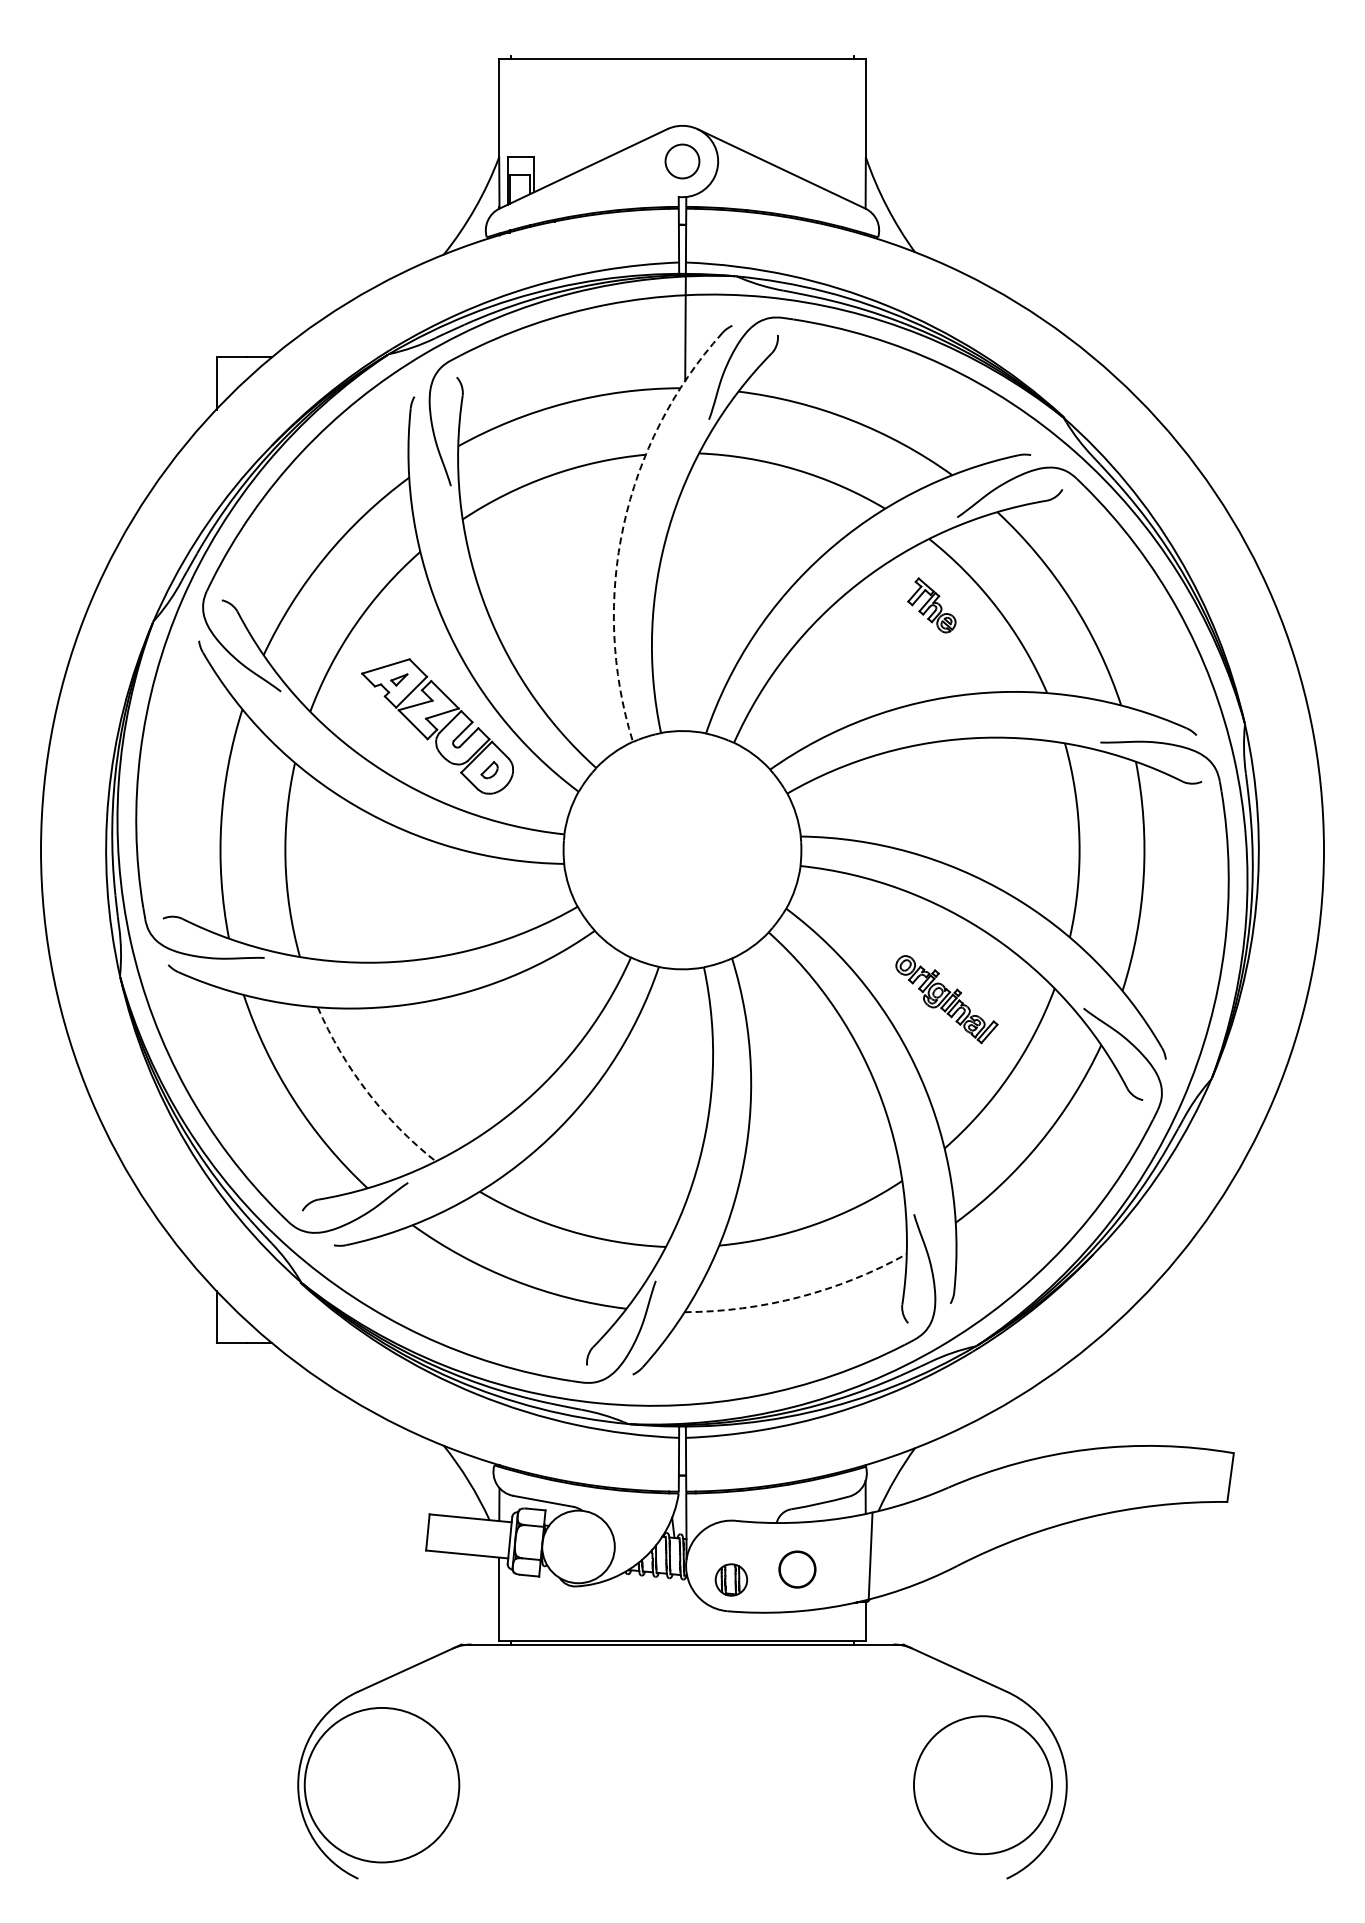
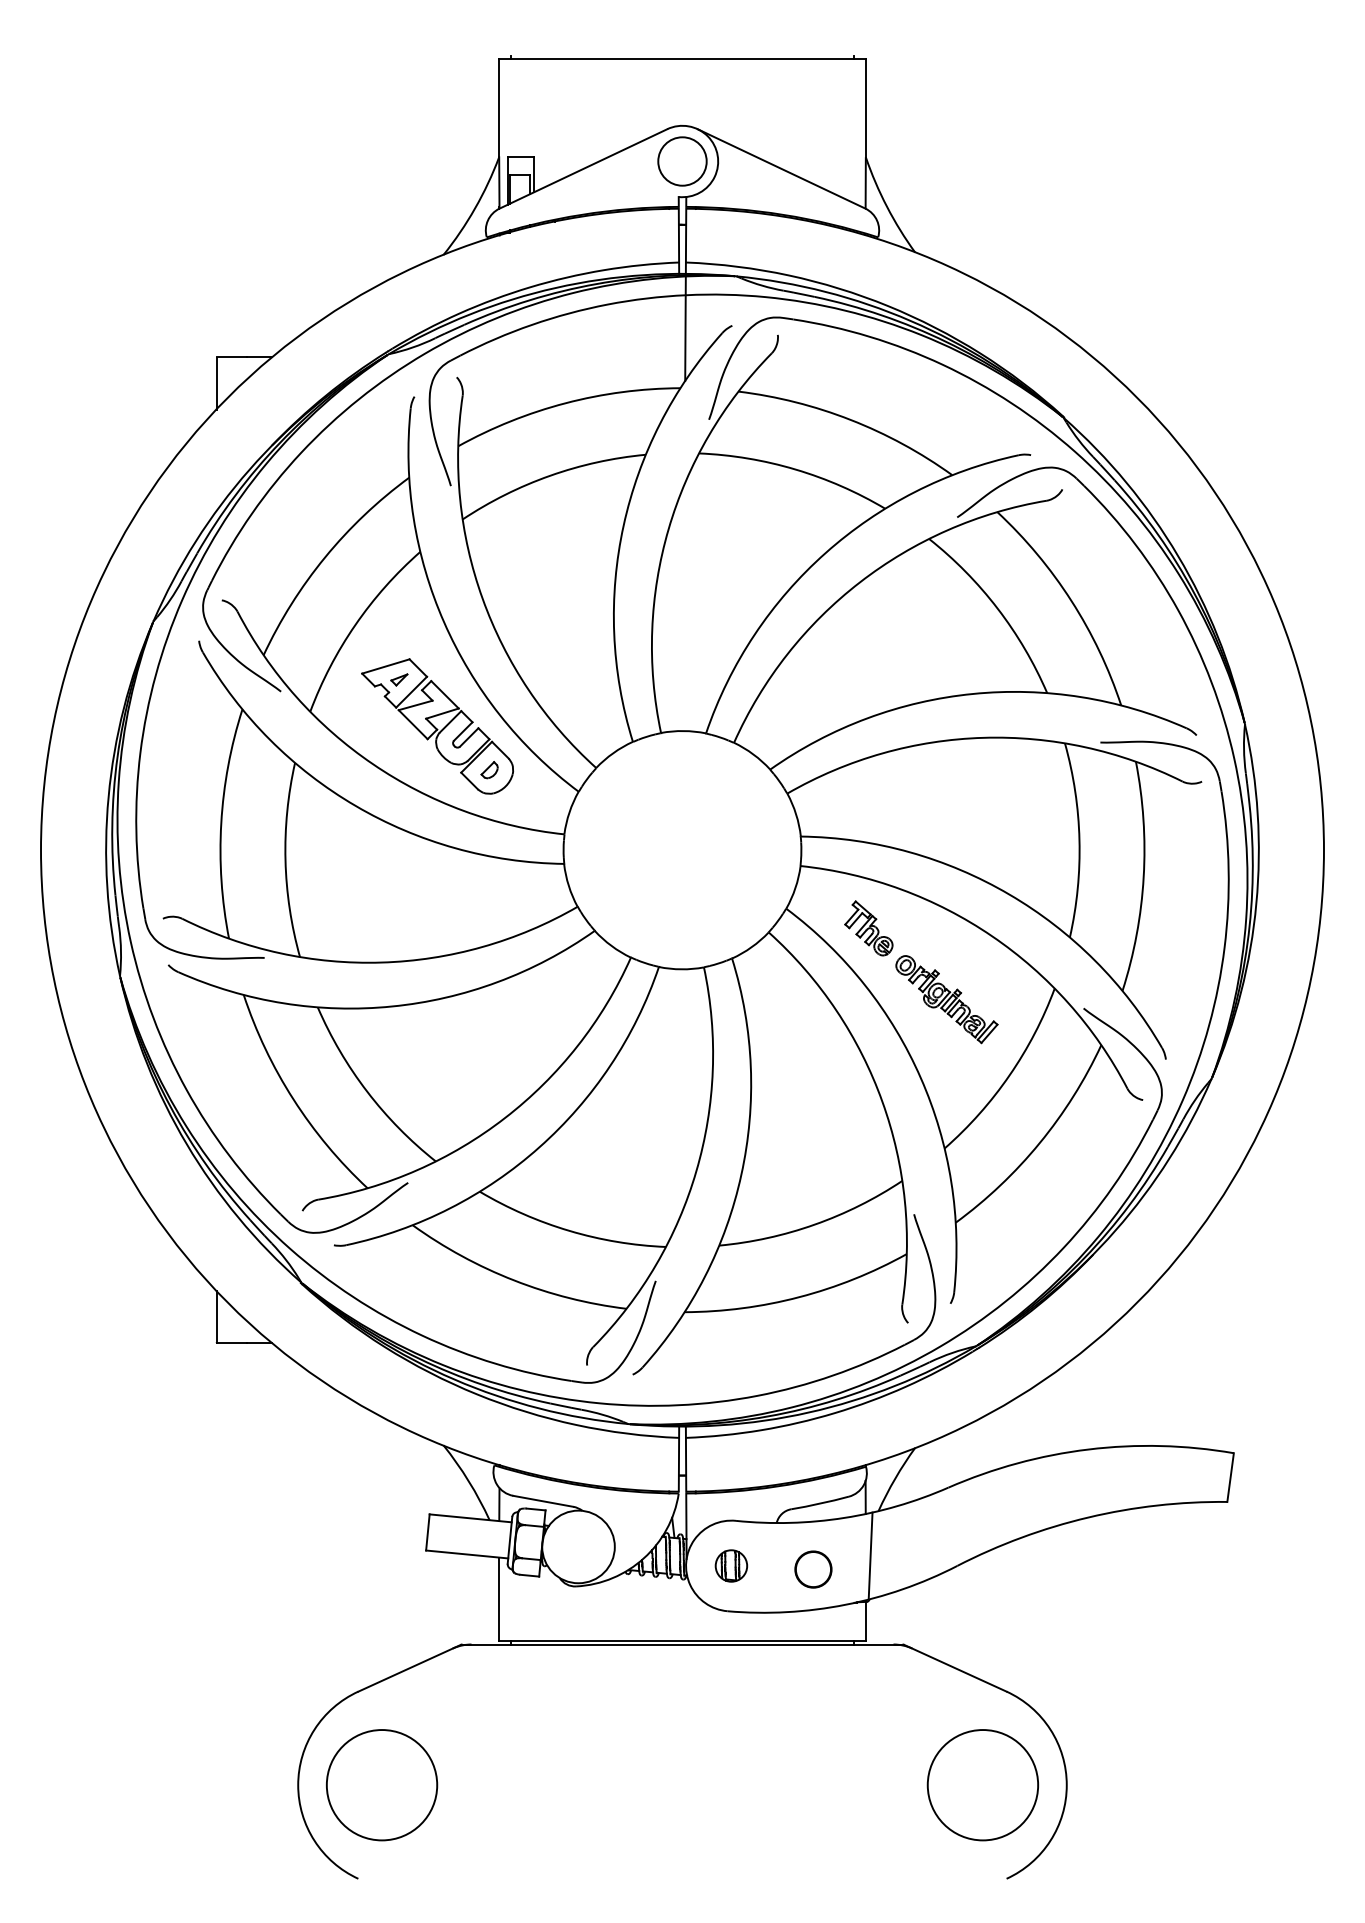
circle at (682, 161) diameter: 34 px -> 48 px
arc at (623, 525): dashed -> solid
part at (931, 605) position: (931, 605) -> (868, 928)
arc at (367, 1091): dashed -> solid
arc at (799, 1297): dashed -> solid
circle at (797, 1569) position: (797, 1569) -> (813, 1569)
part at (731, 1579) position: (731, 1579) -> (731, 1565)
circle at (381, 1784) diameter: 155 px -> 110 px
circle at (982, 1785) diameter: 138 px -> 110 px
